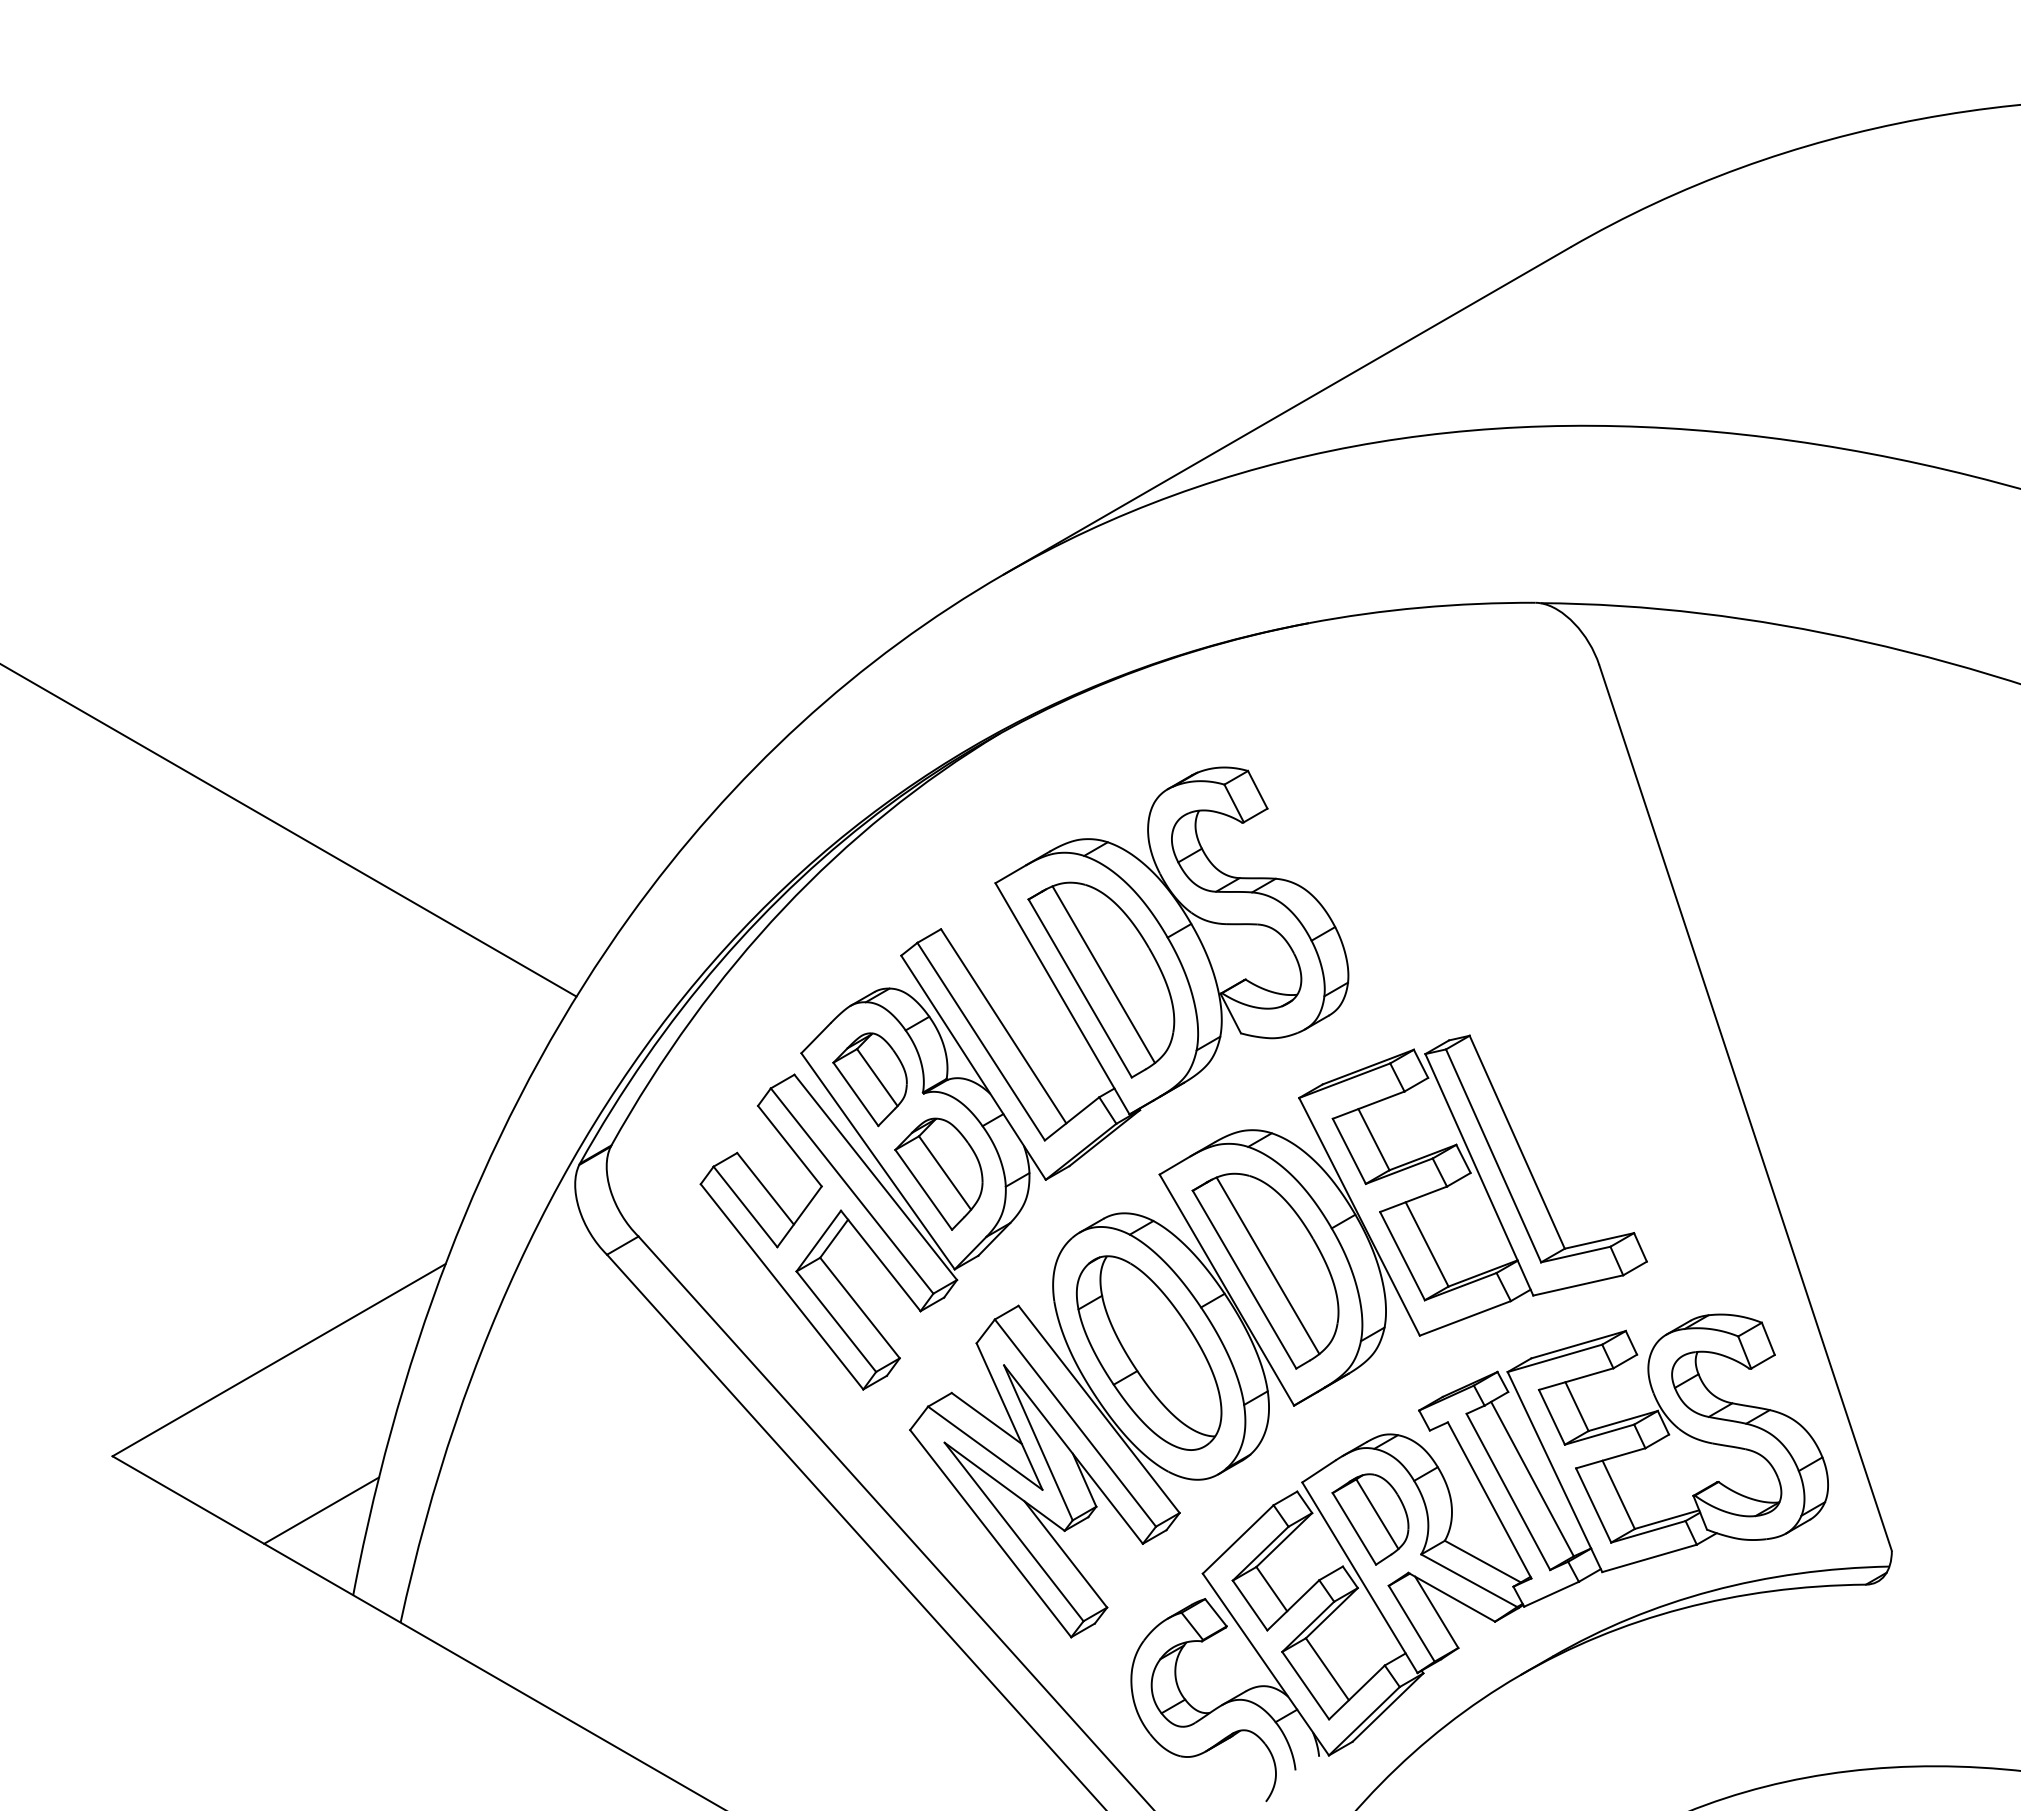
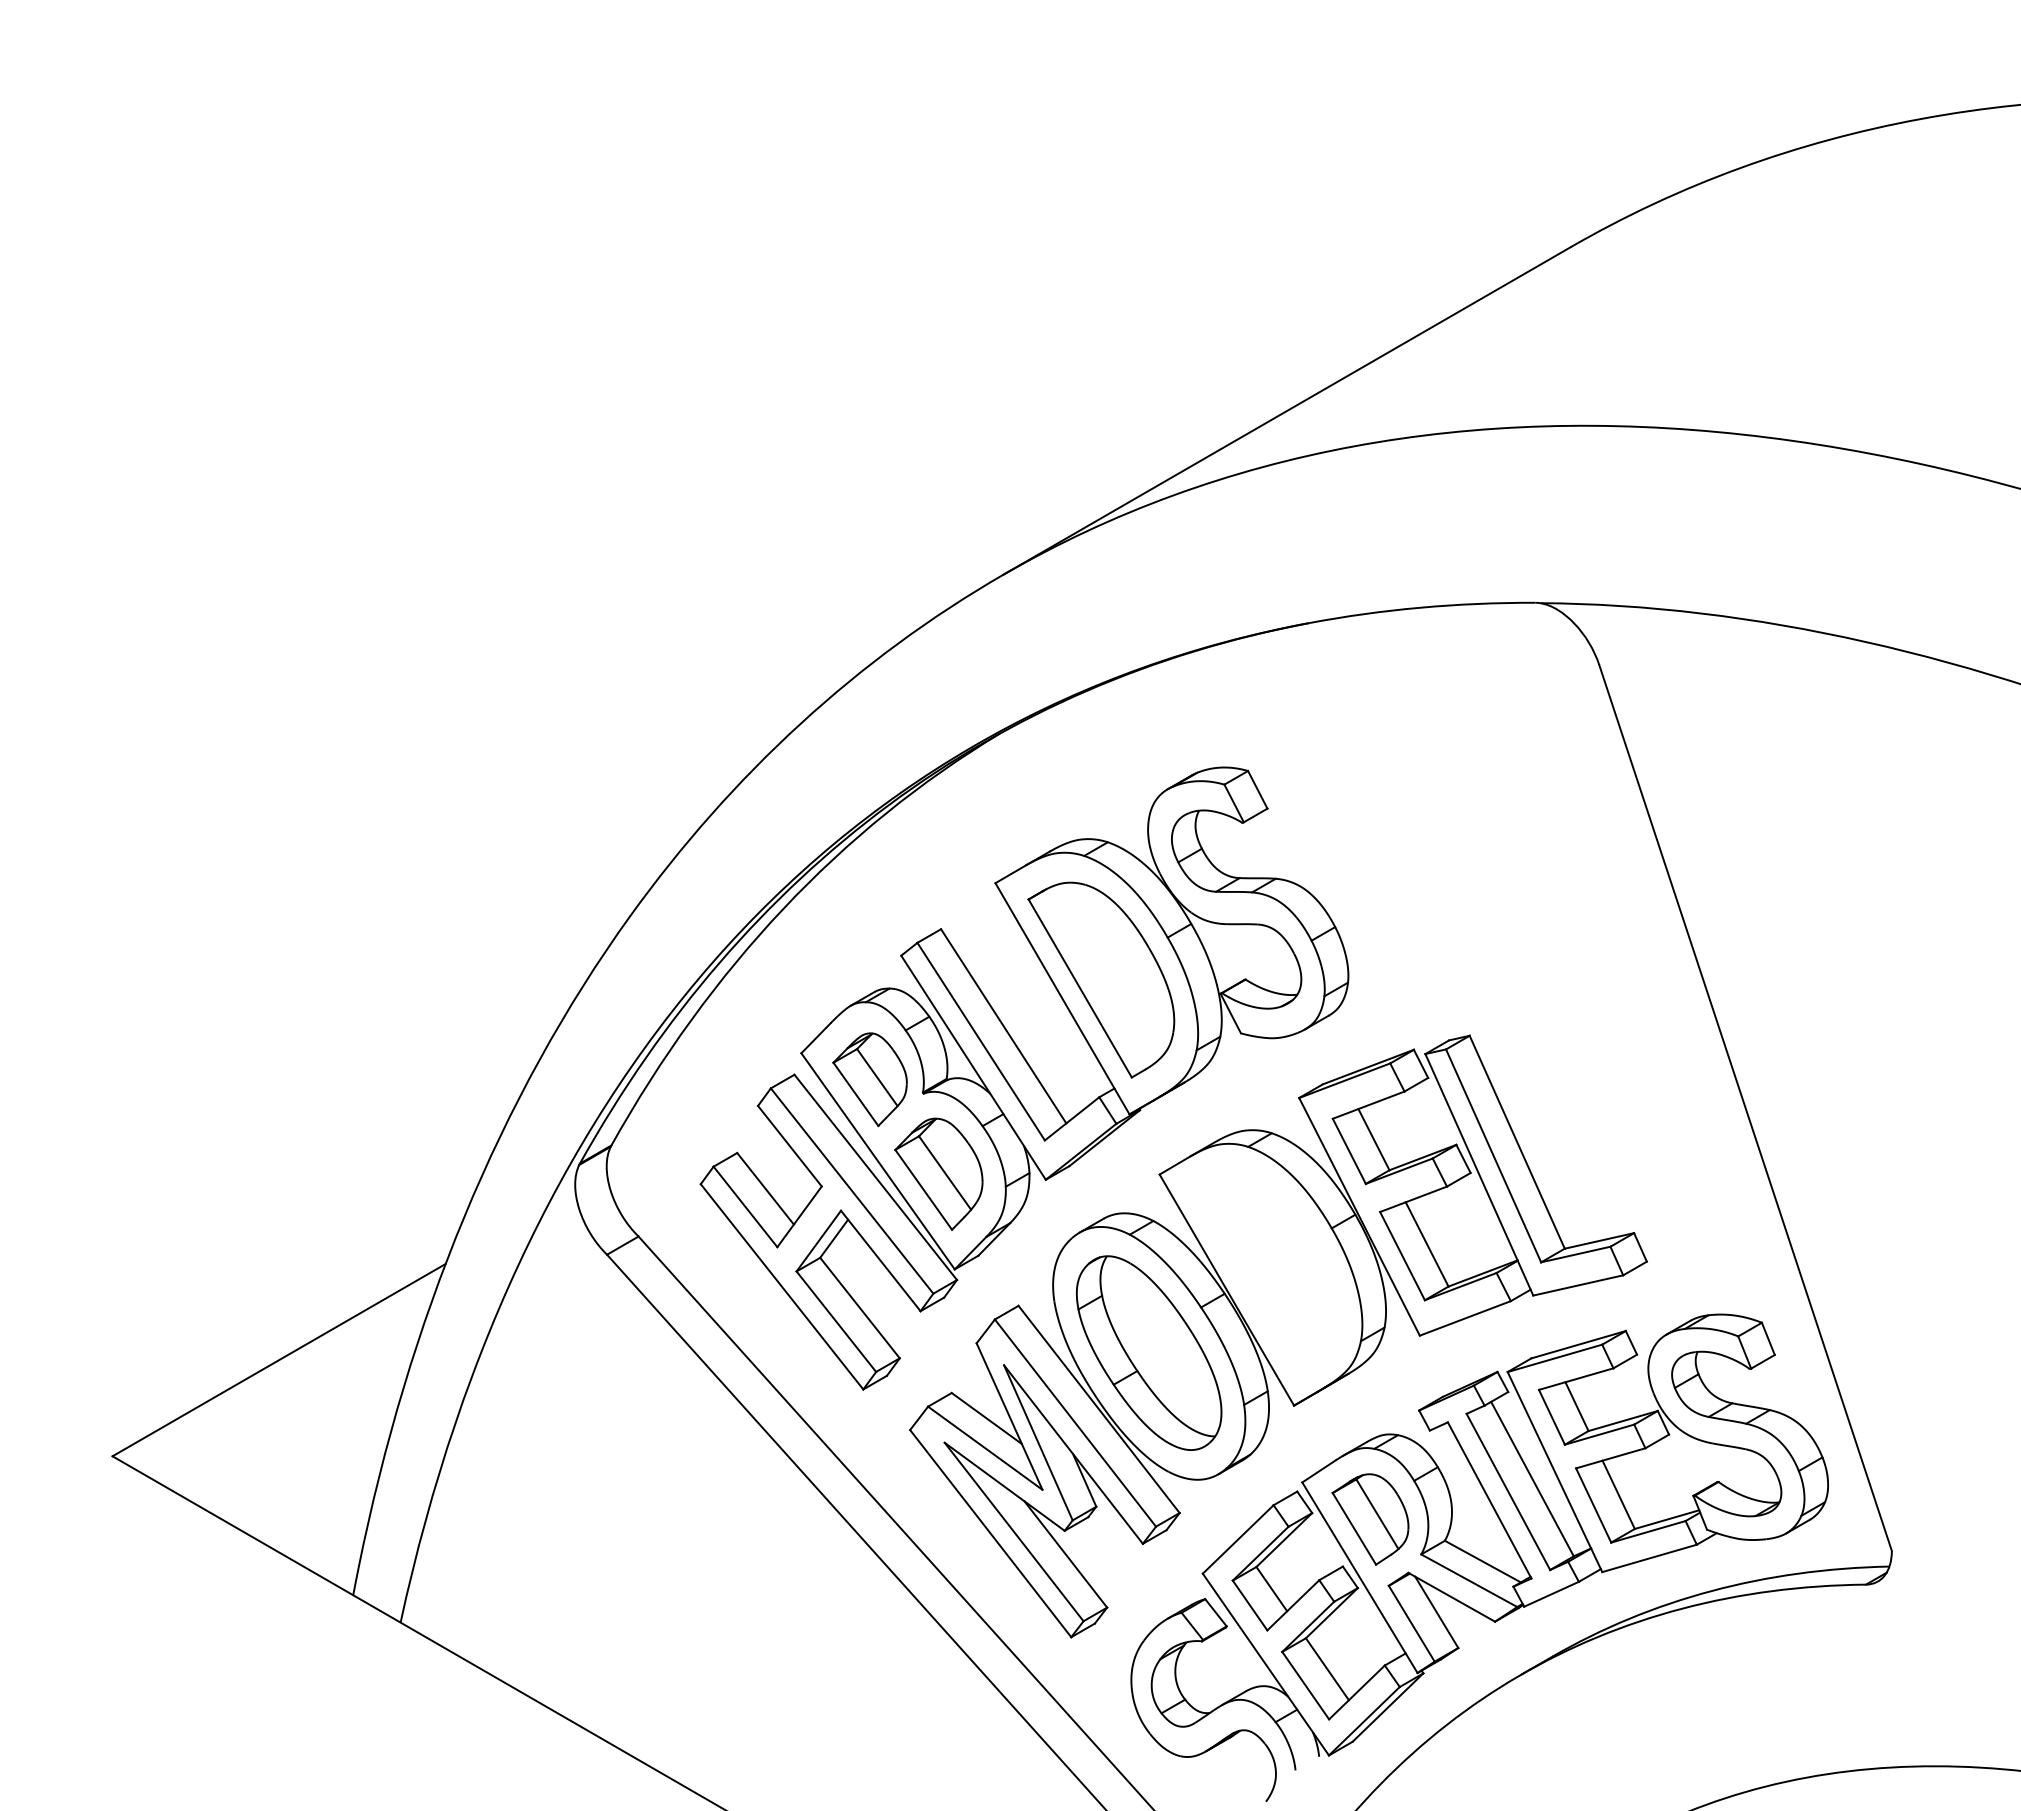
line at (289, 830): present -> none
line at (1103, 974): present -> none
part at (1265, 1270): present -> none
line at (321, 1510): present -> none
